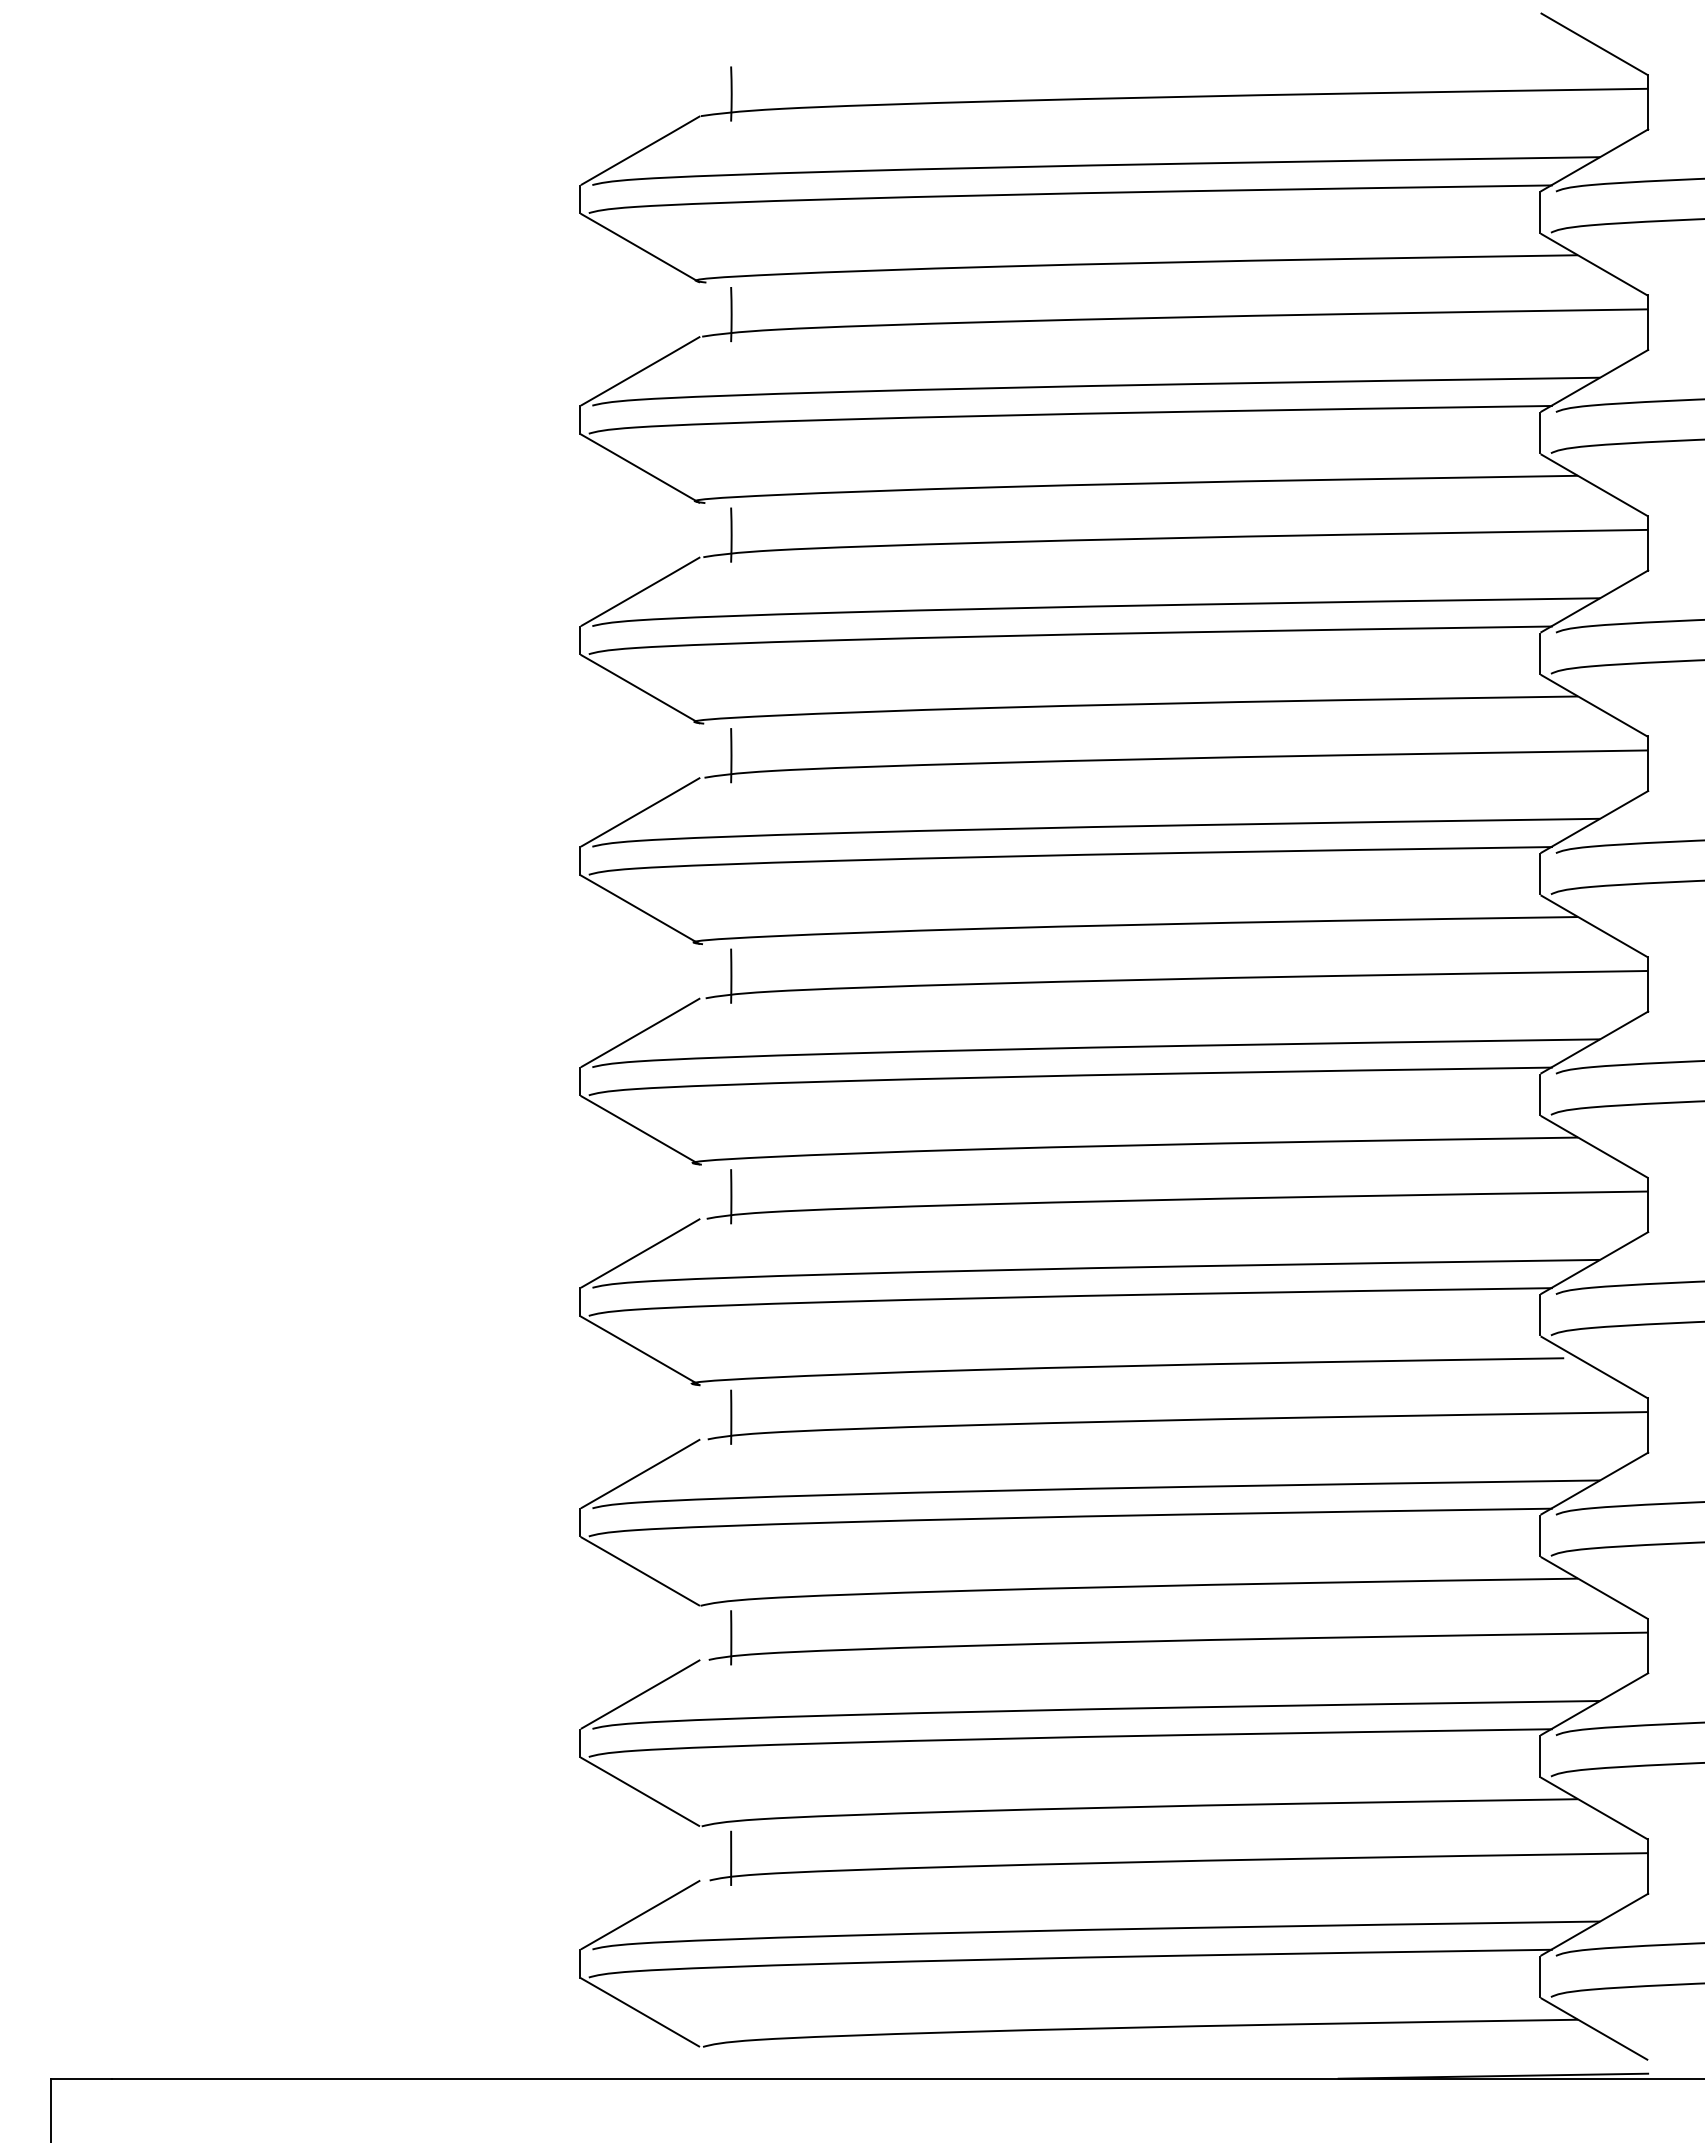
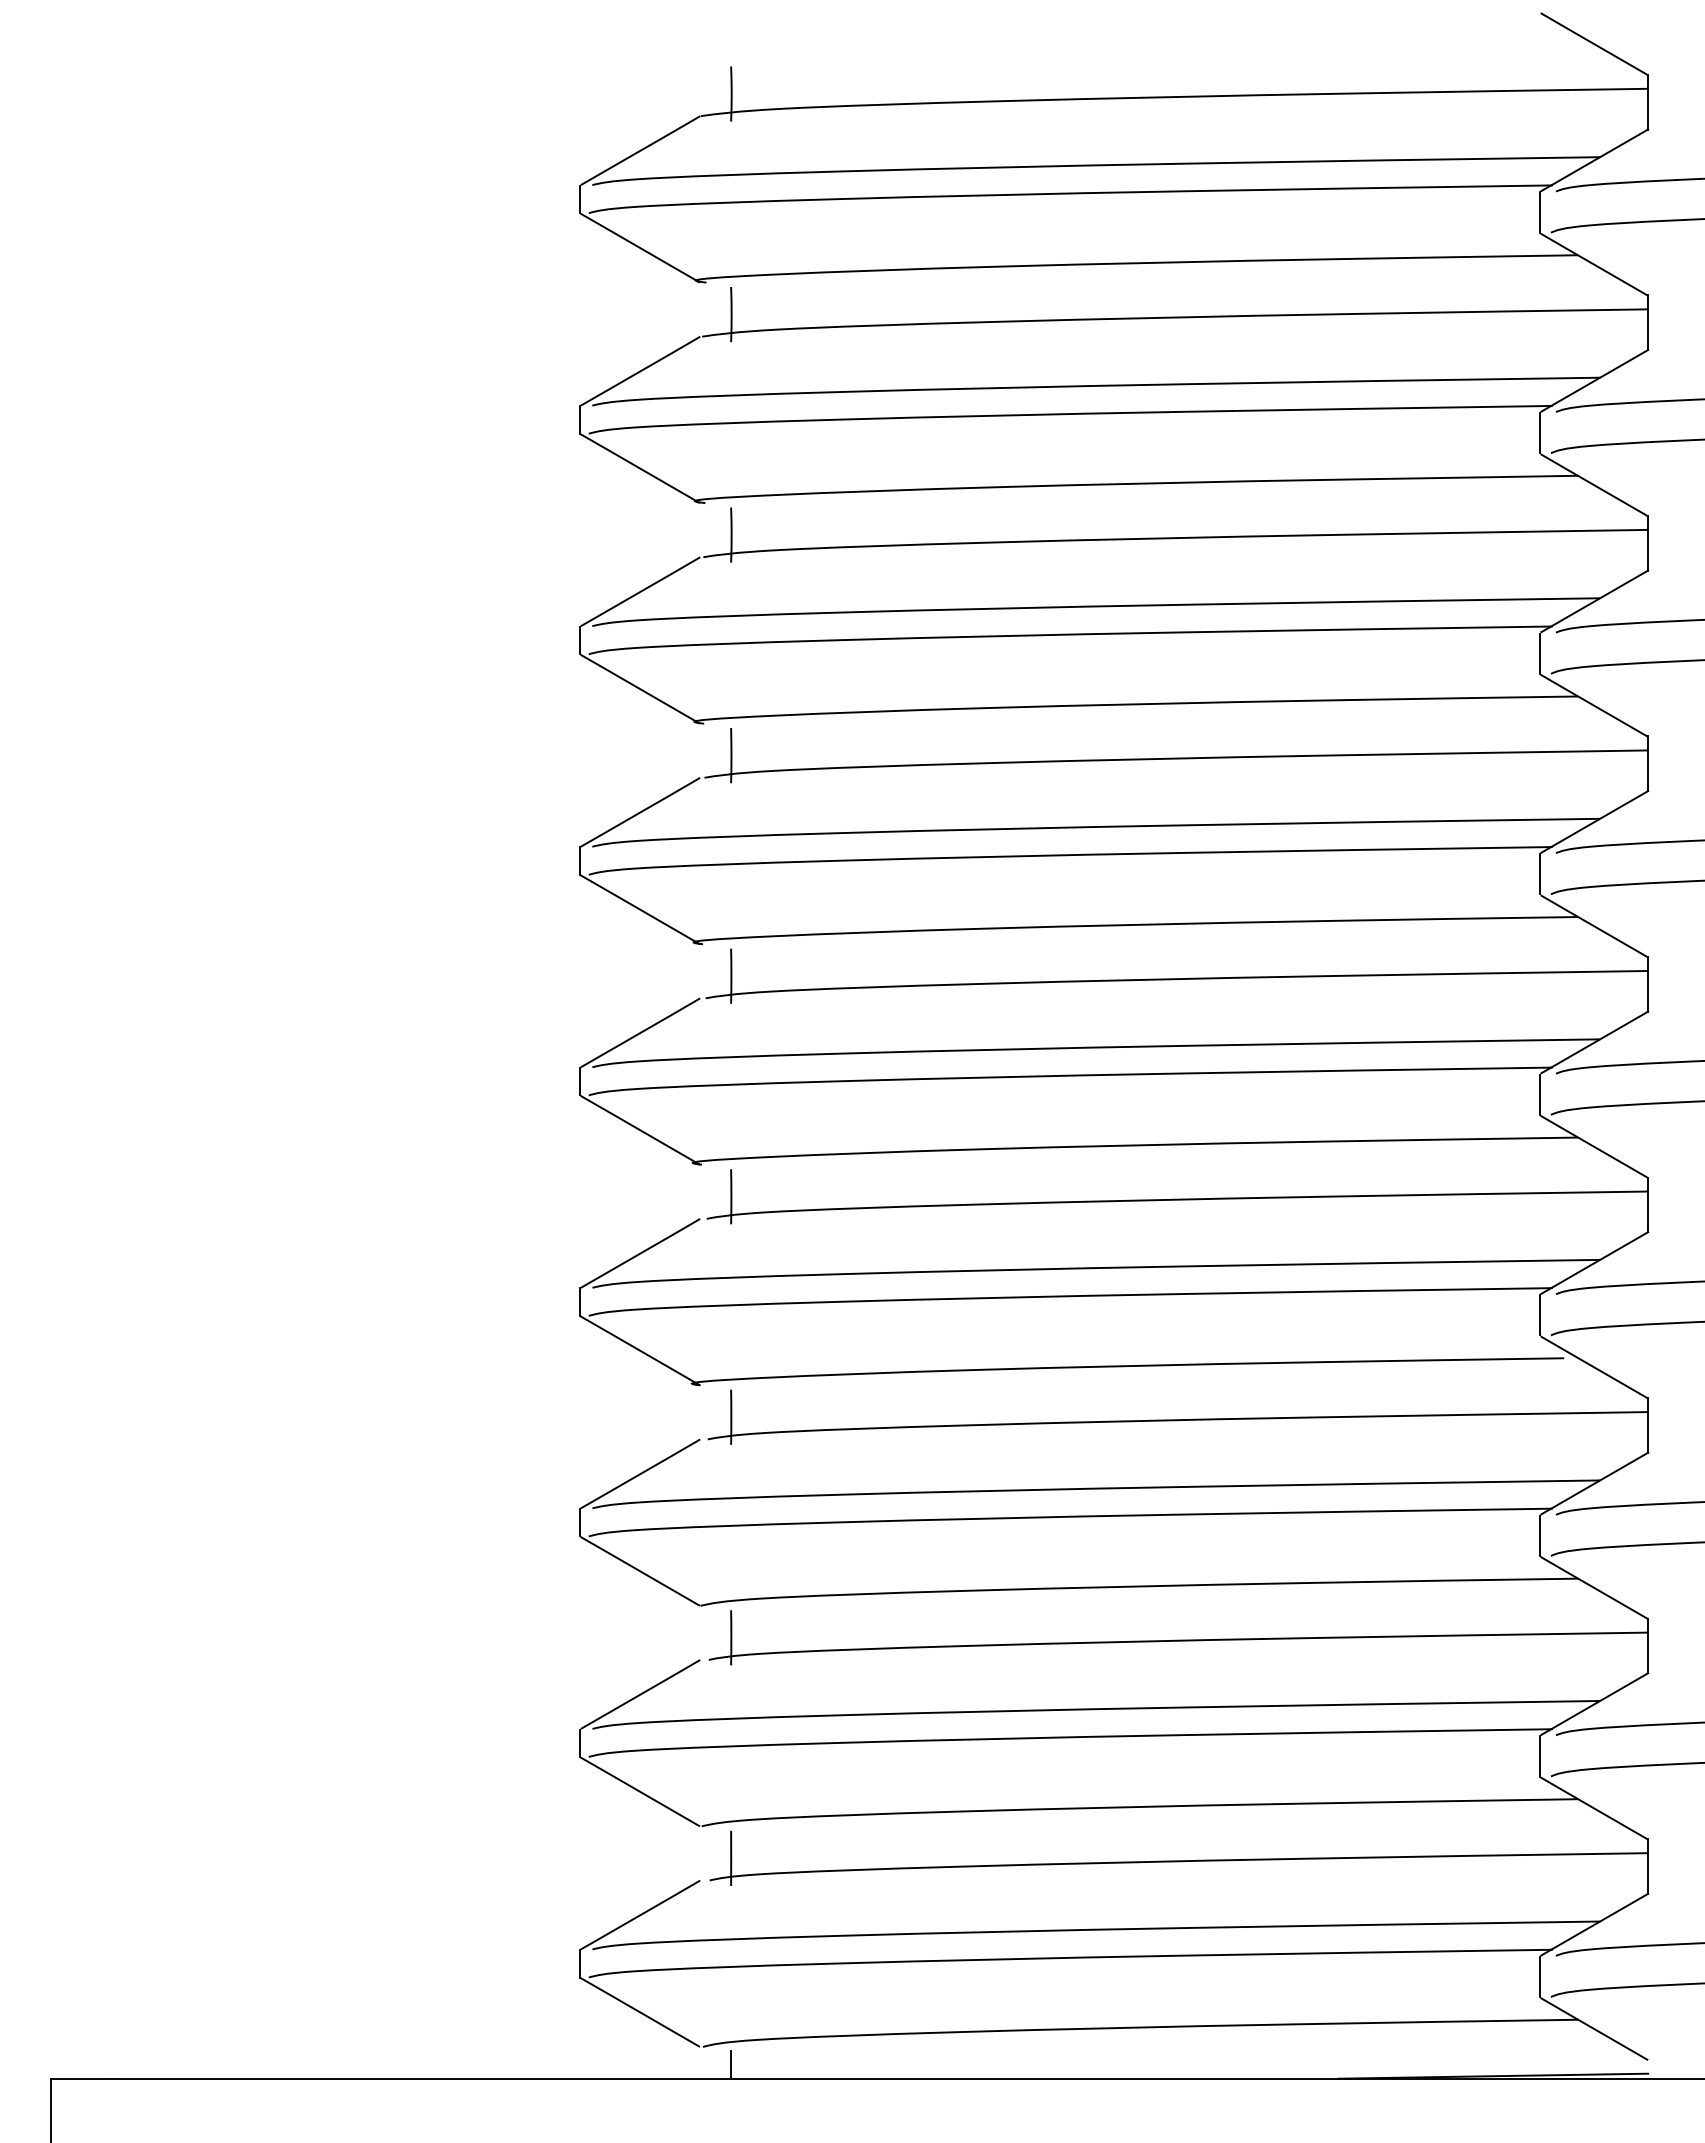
line at (731, 2064): none -> present
